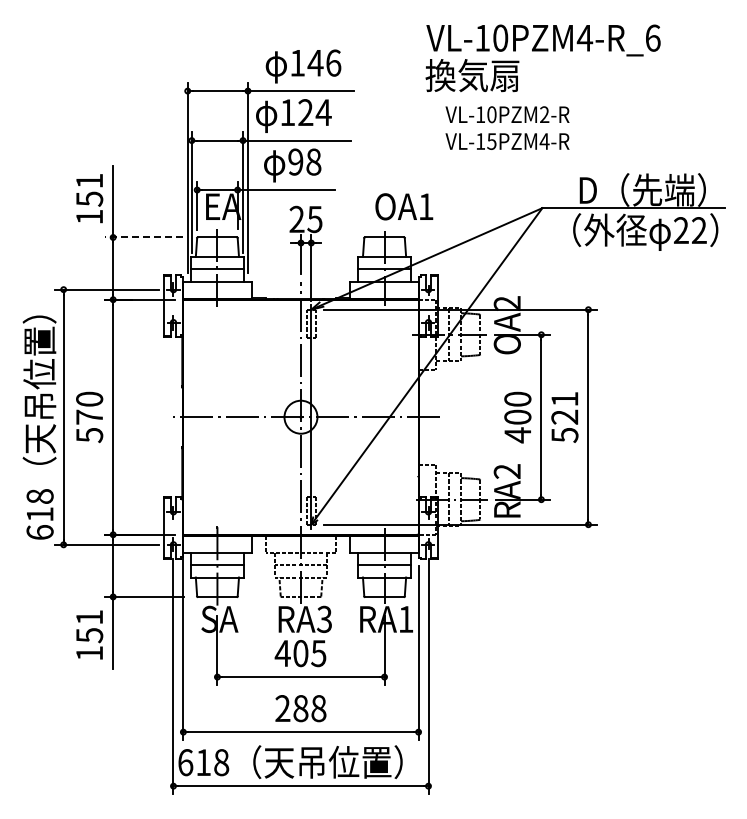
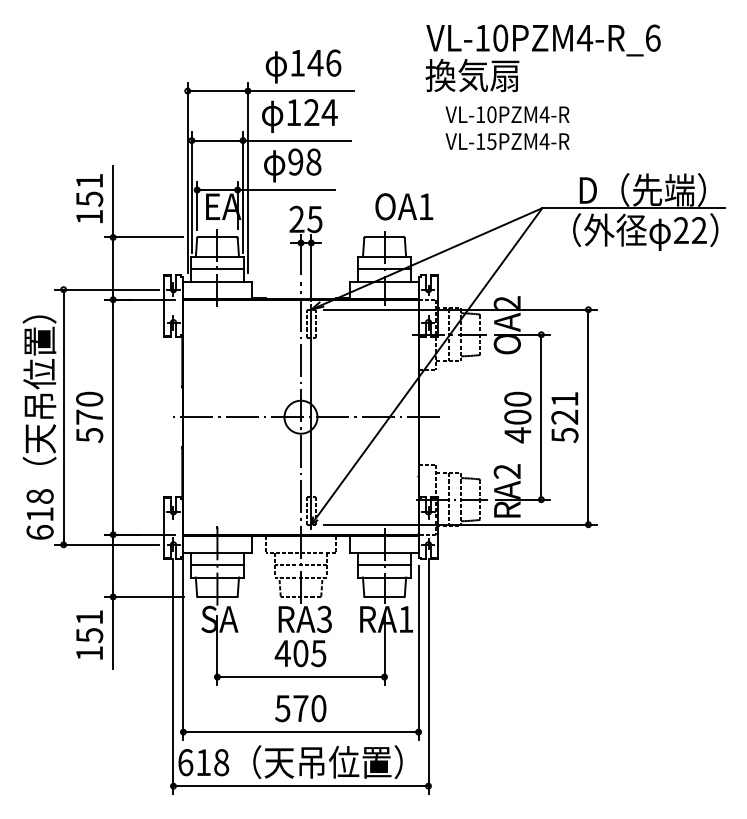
text at (544, 114): VL-10PZM2-R -> VL-10PZM4-R
text at (293, 115) position: (293, 115) -> (299, 115)
line at (143, 237): dashed -> solid
text at (300, 708): 288 -> 570
